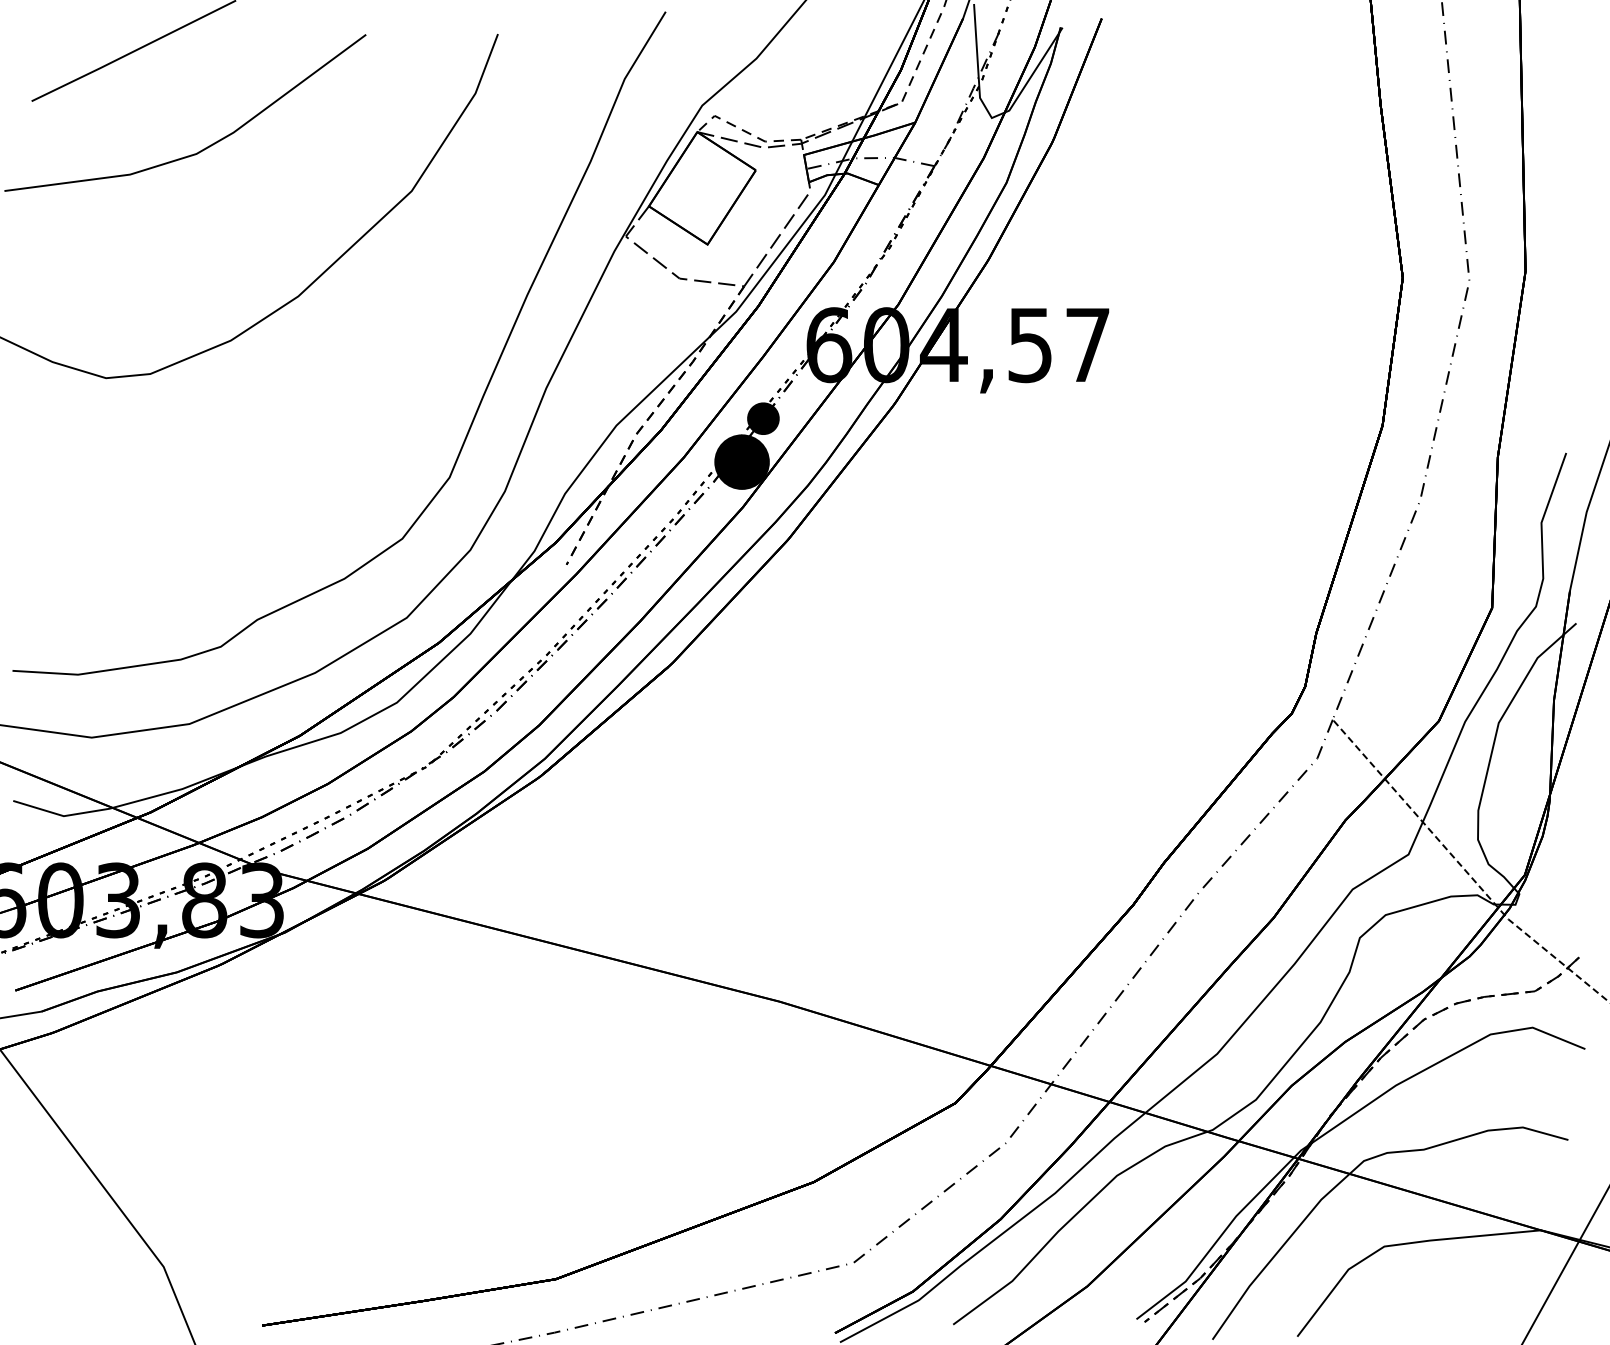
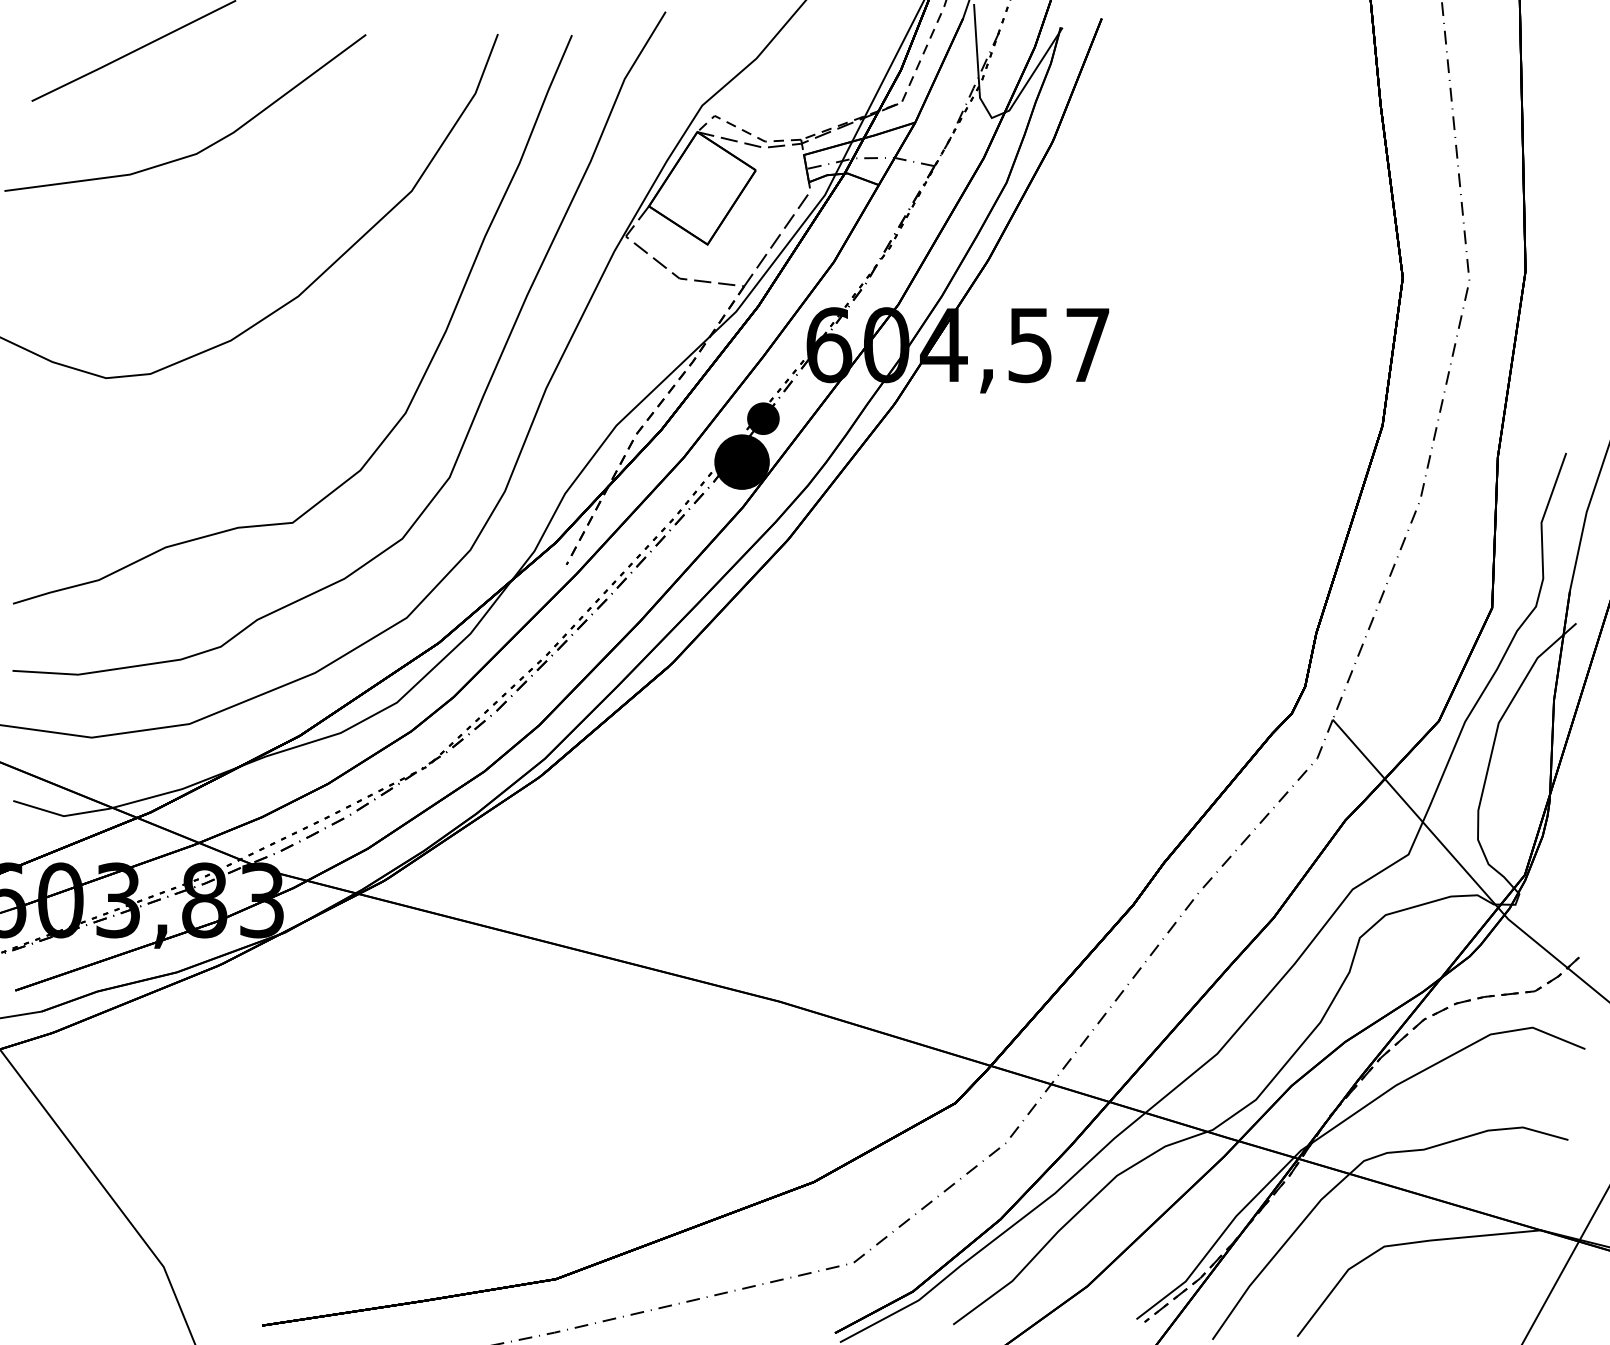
curve at (419, 382): none -> present
line at (1464, 869): dashed -> solid
